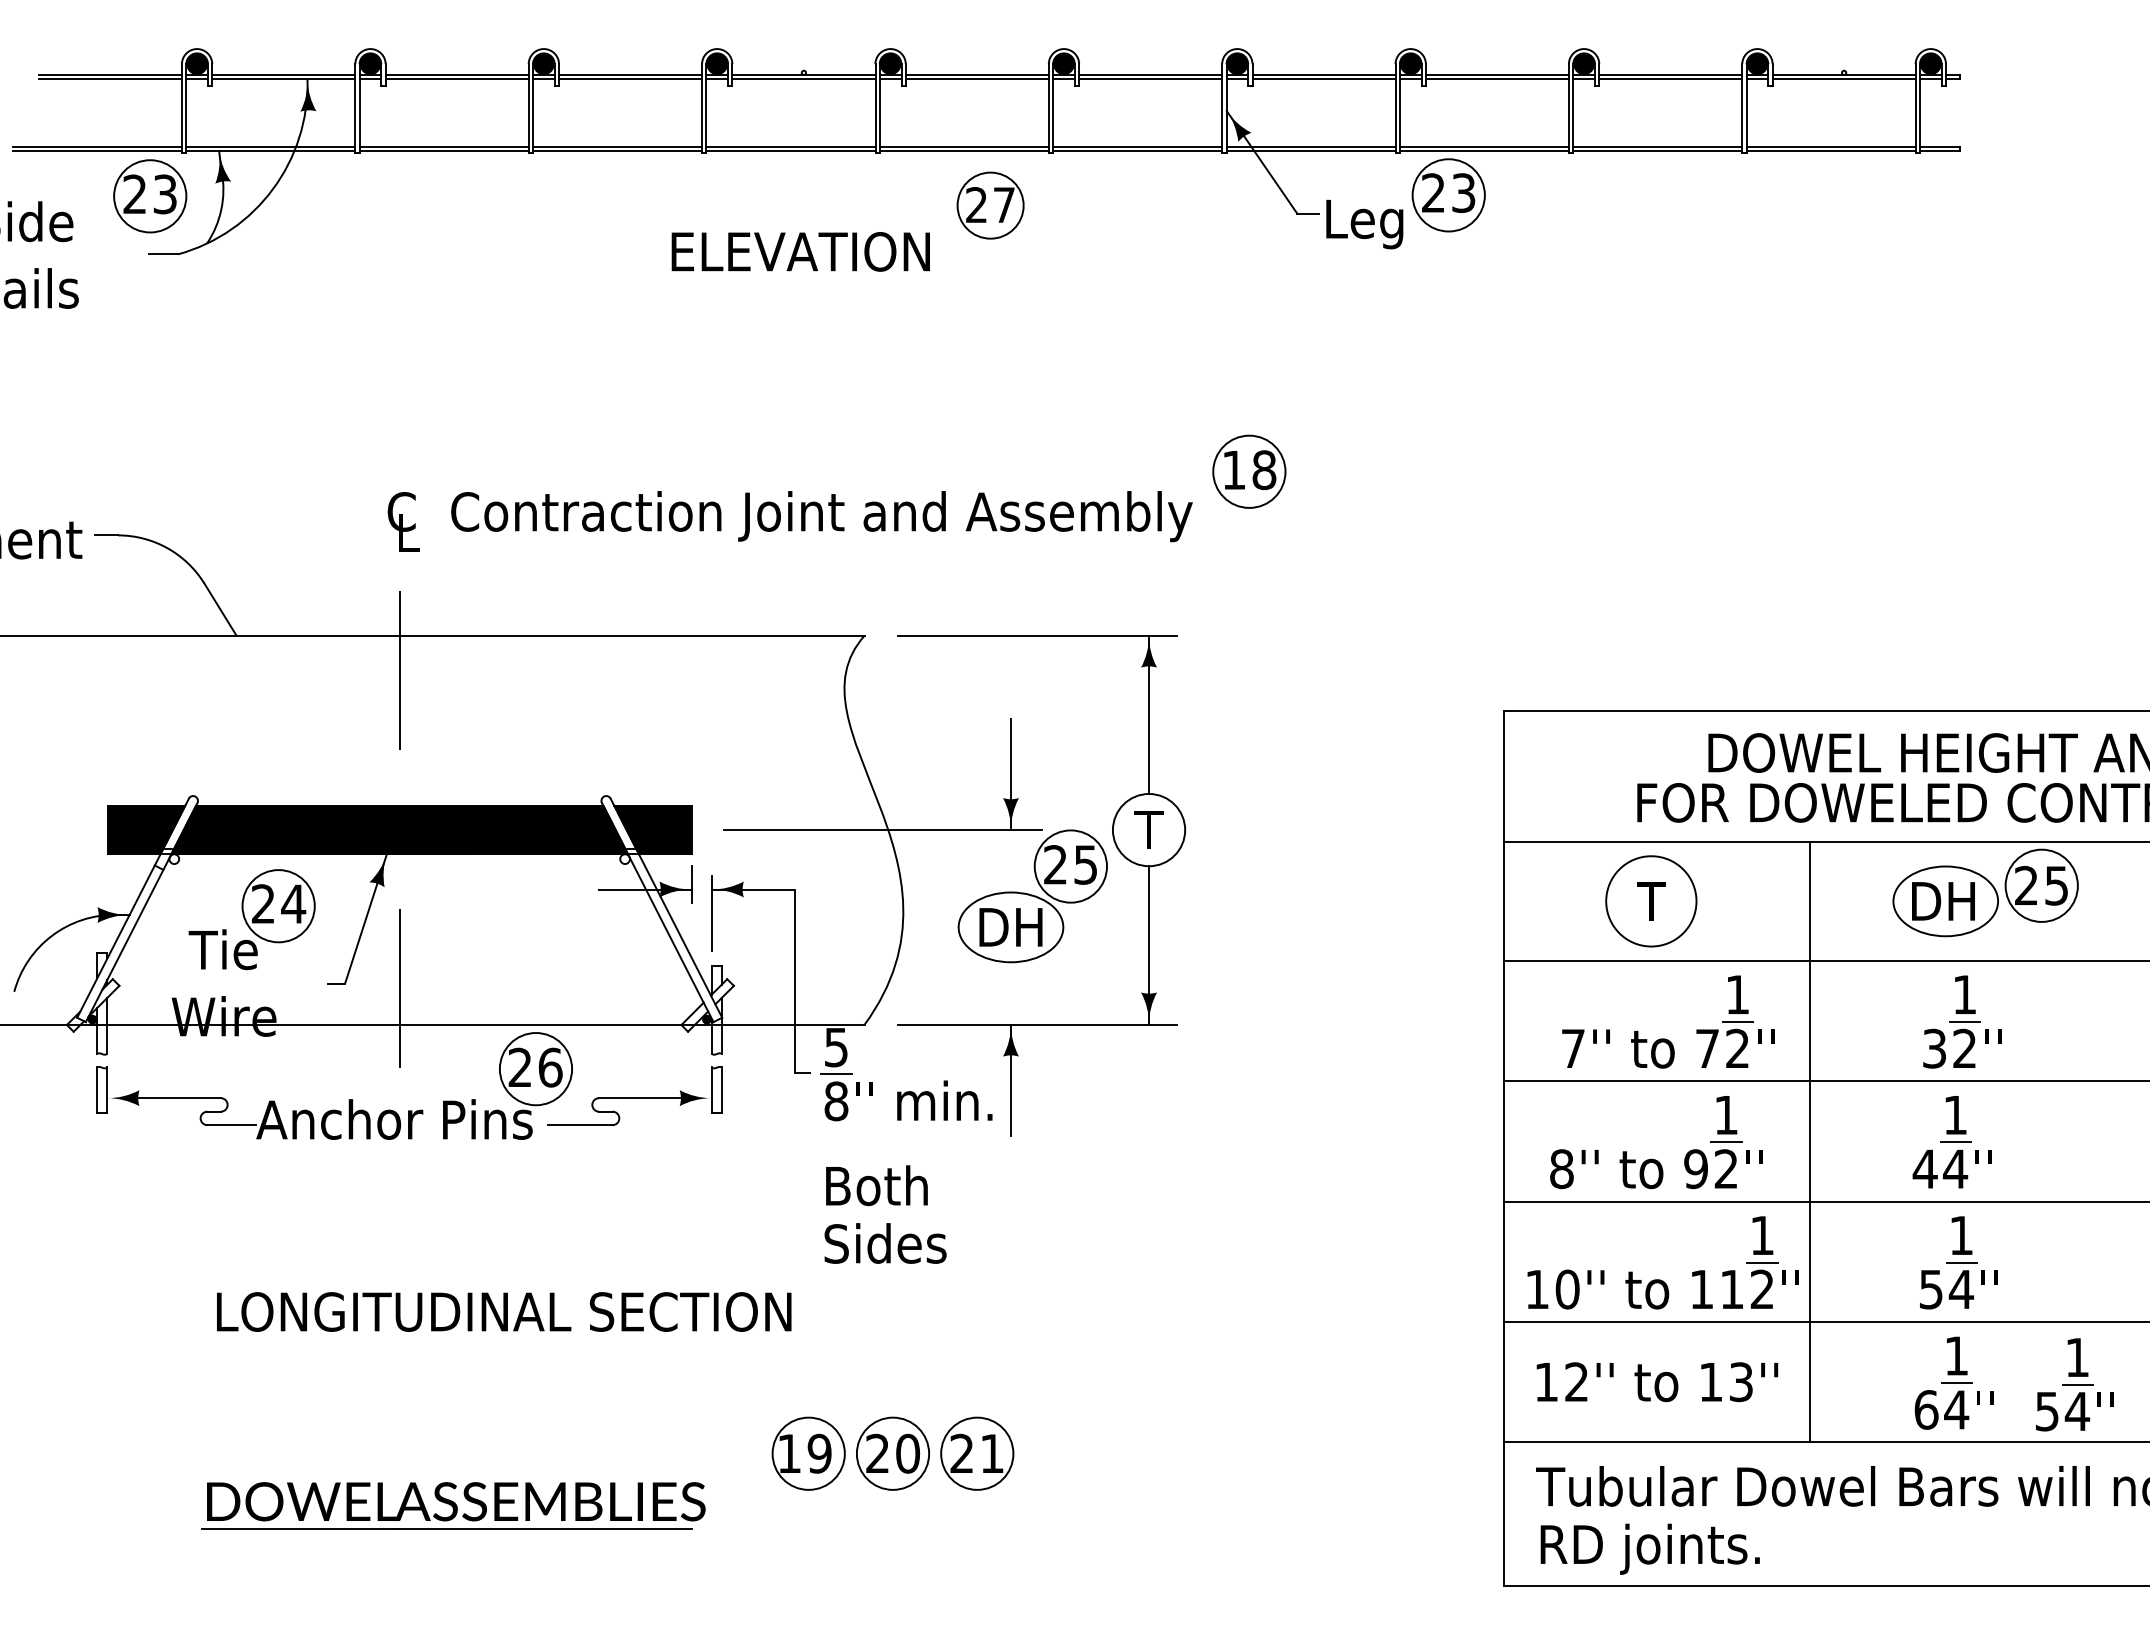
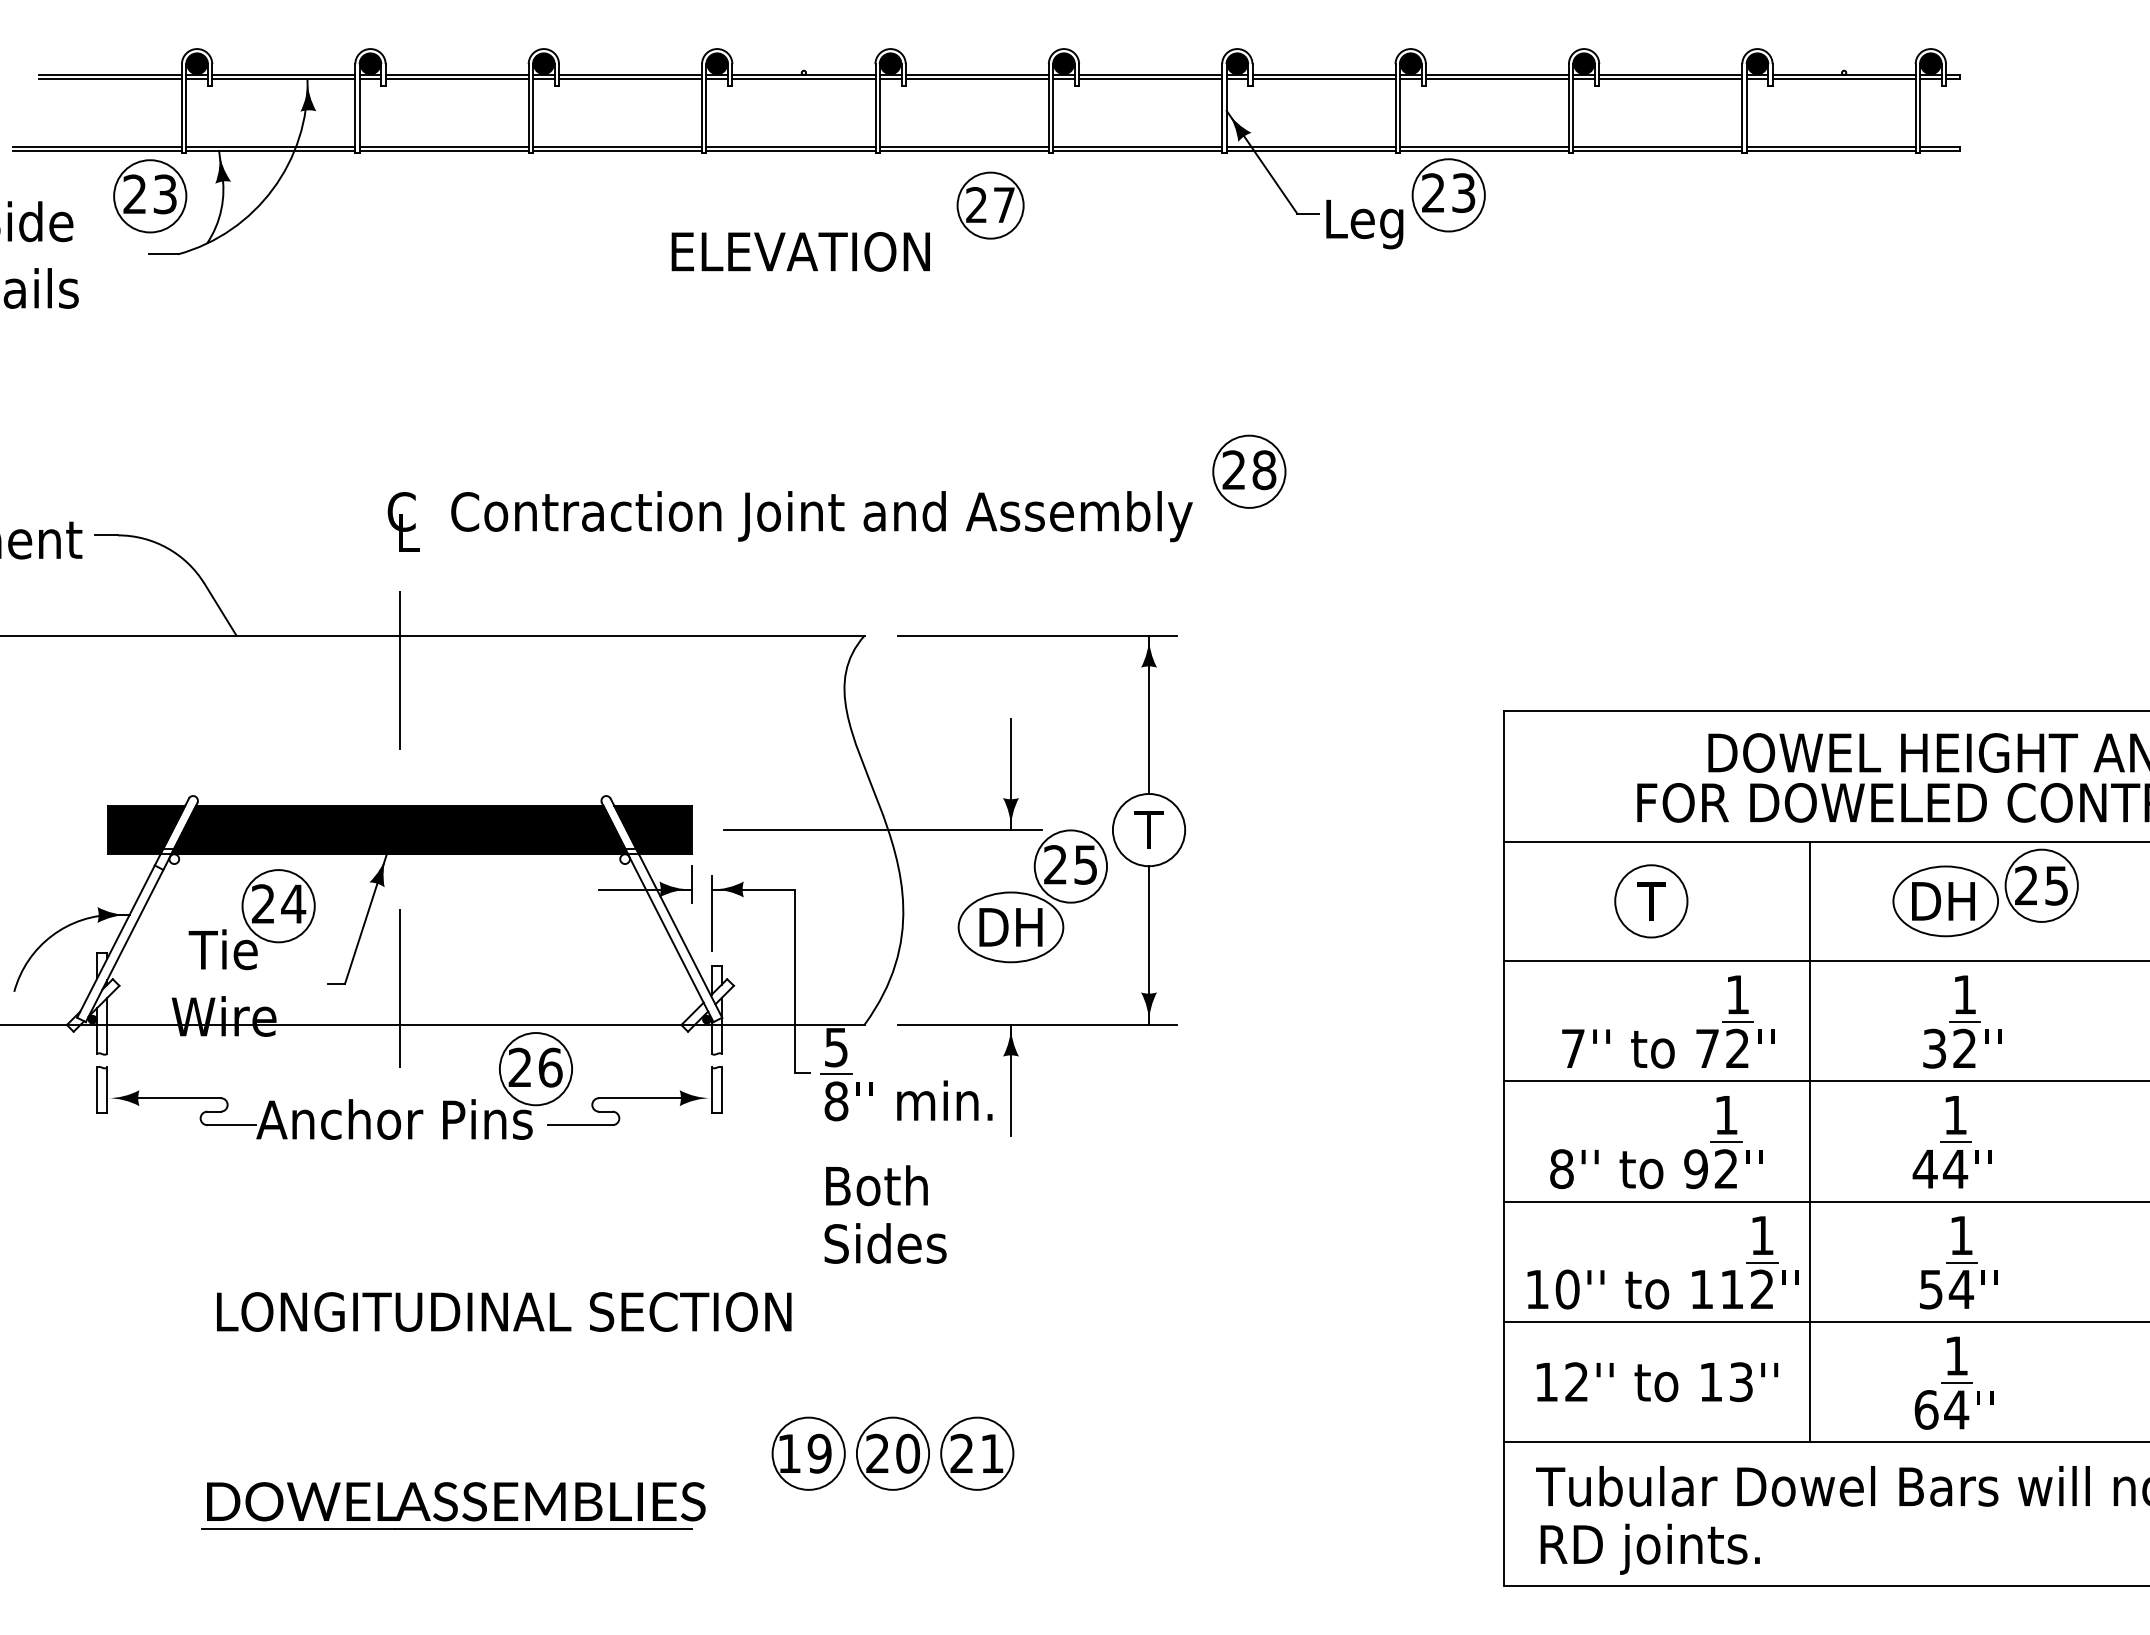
text at (1233, 469): 18 -> 28
circle at (1651, 901) diameter: 90 px -> 72 px
part at (2074, 1384): present -> none
